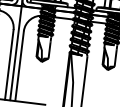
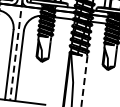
line at (16, 50): solid -> dashed
line at (84, 81): solid -> dashed
